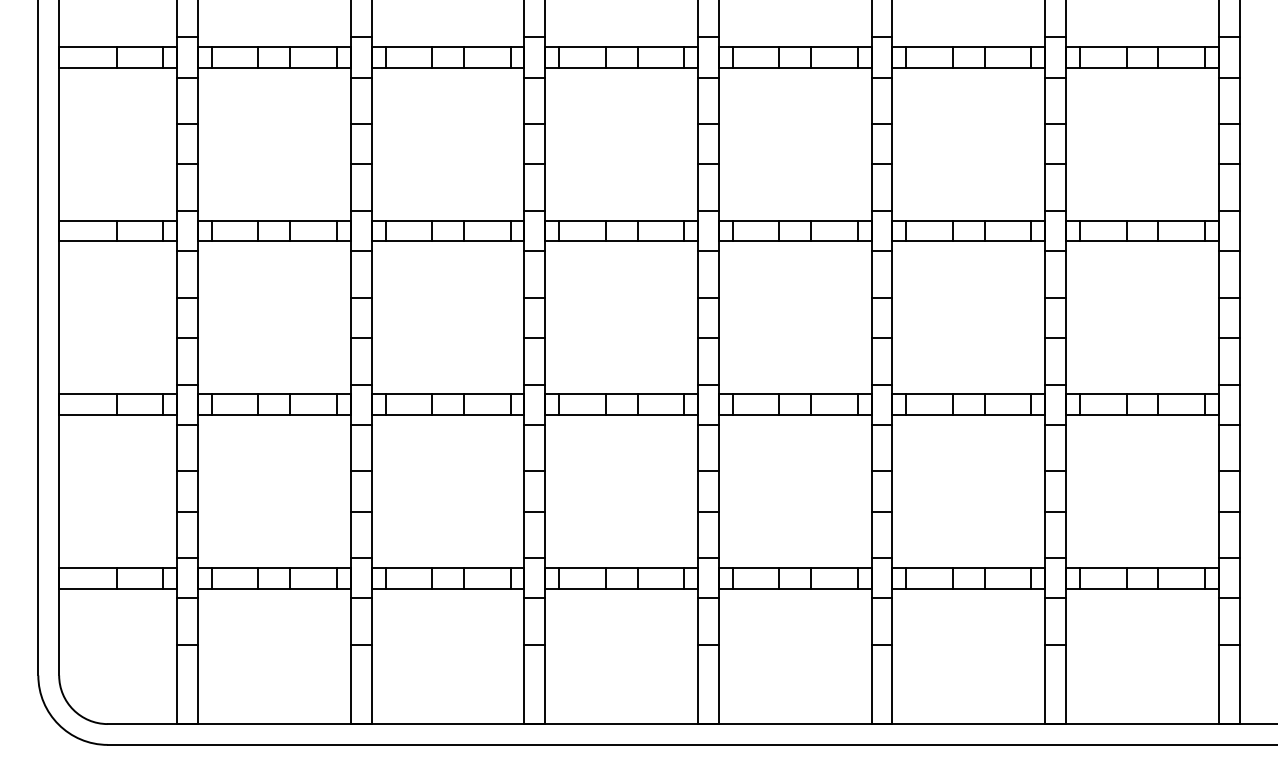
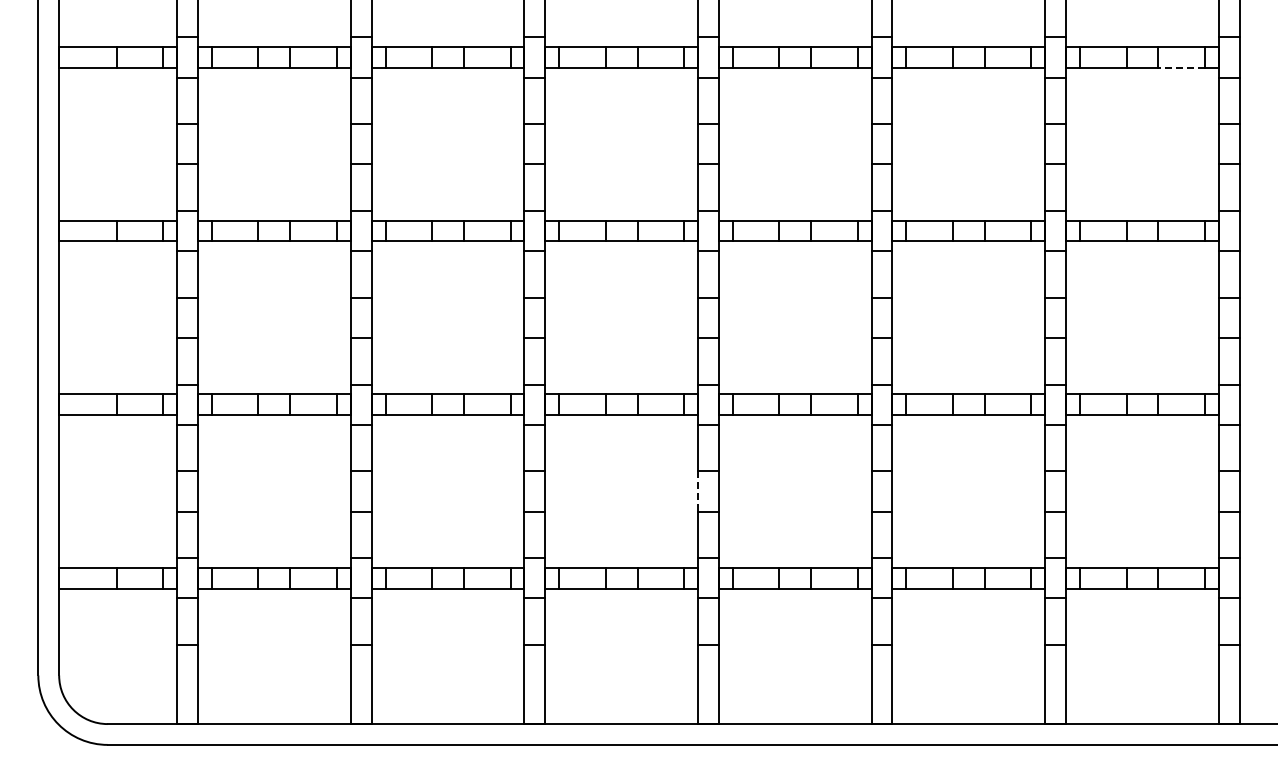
line at (1181, 67): solid -> dashed
line at (698, 491): solid -> dashed
